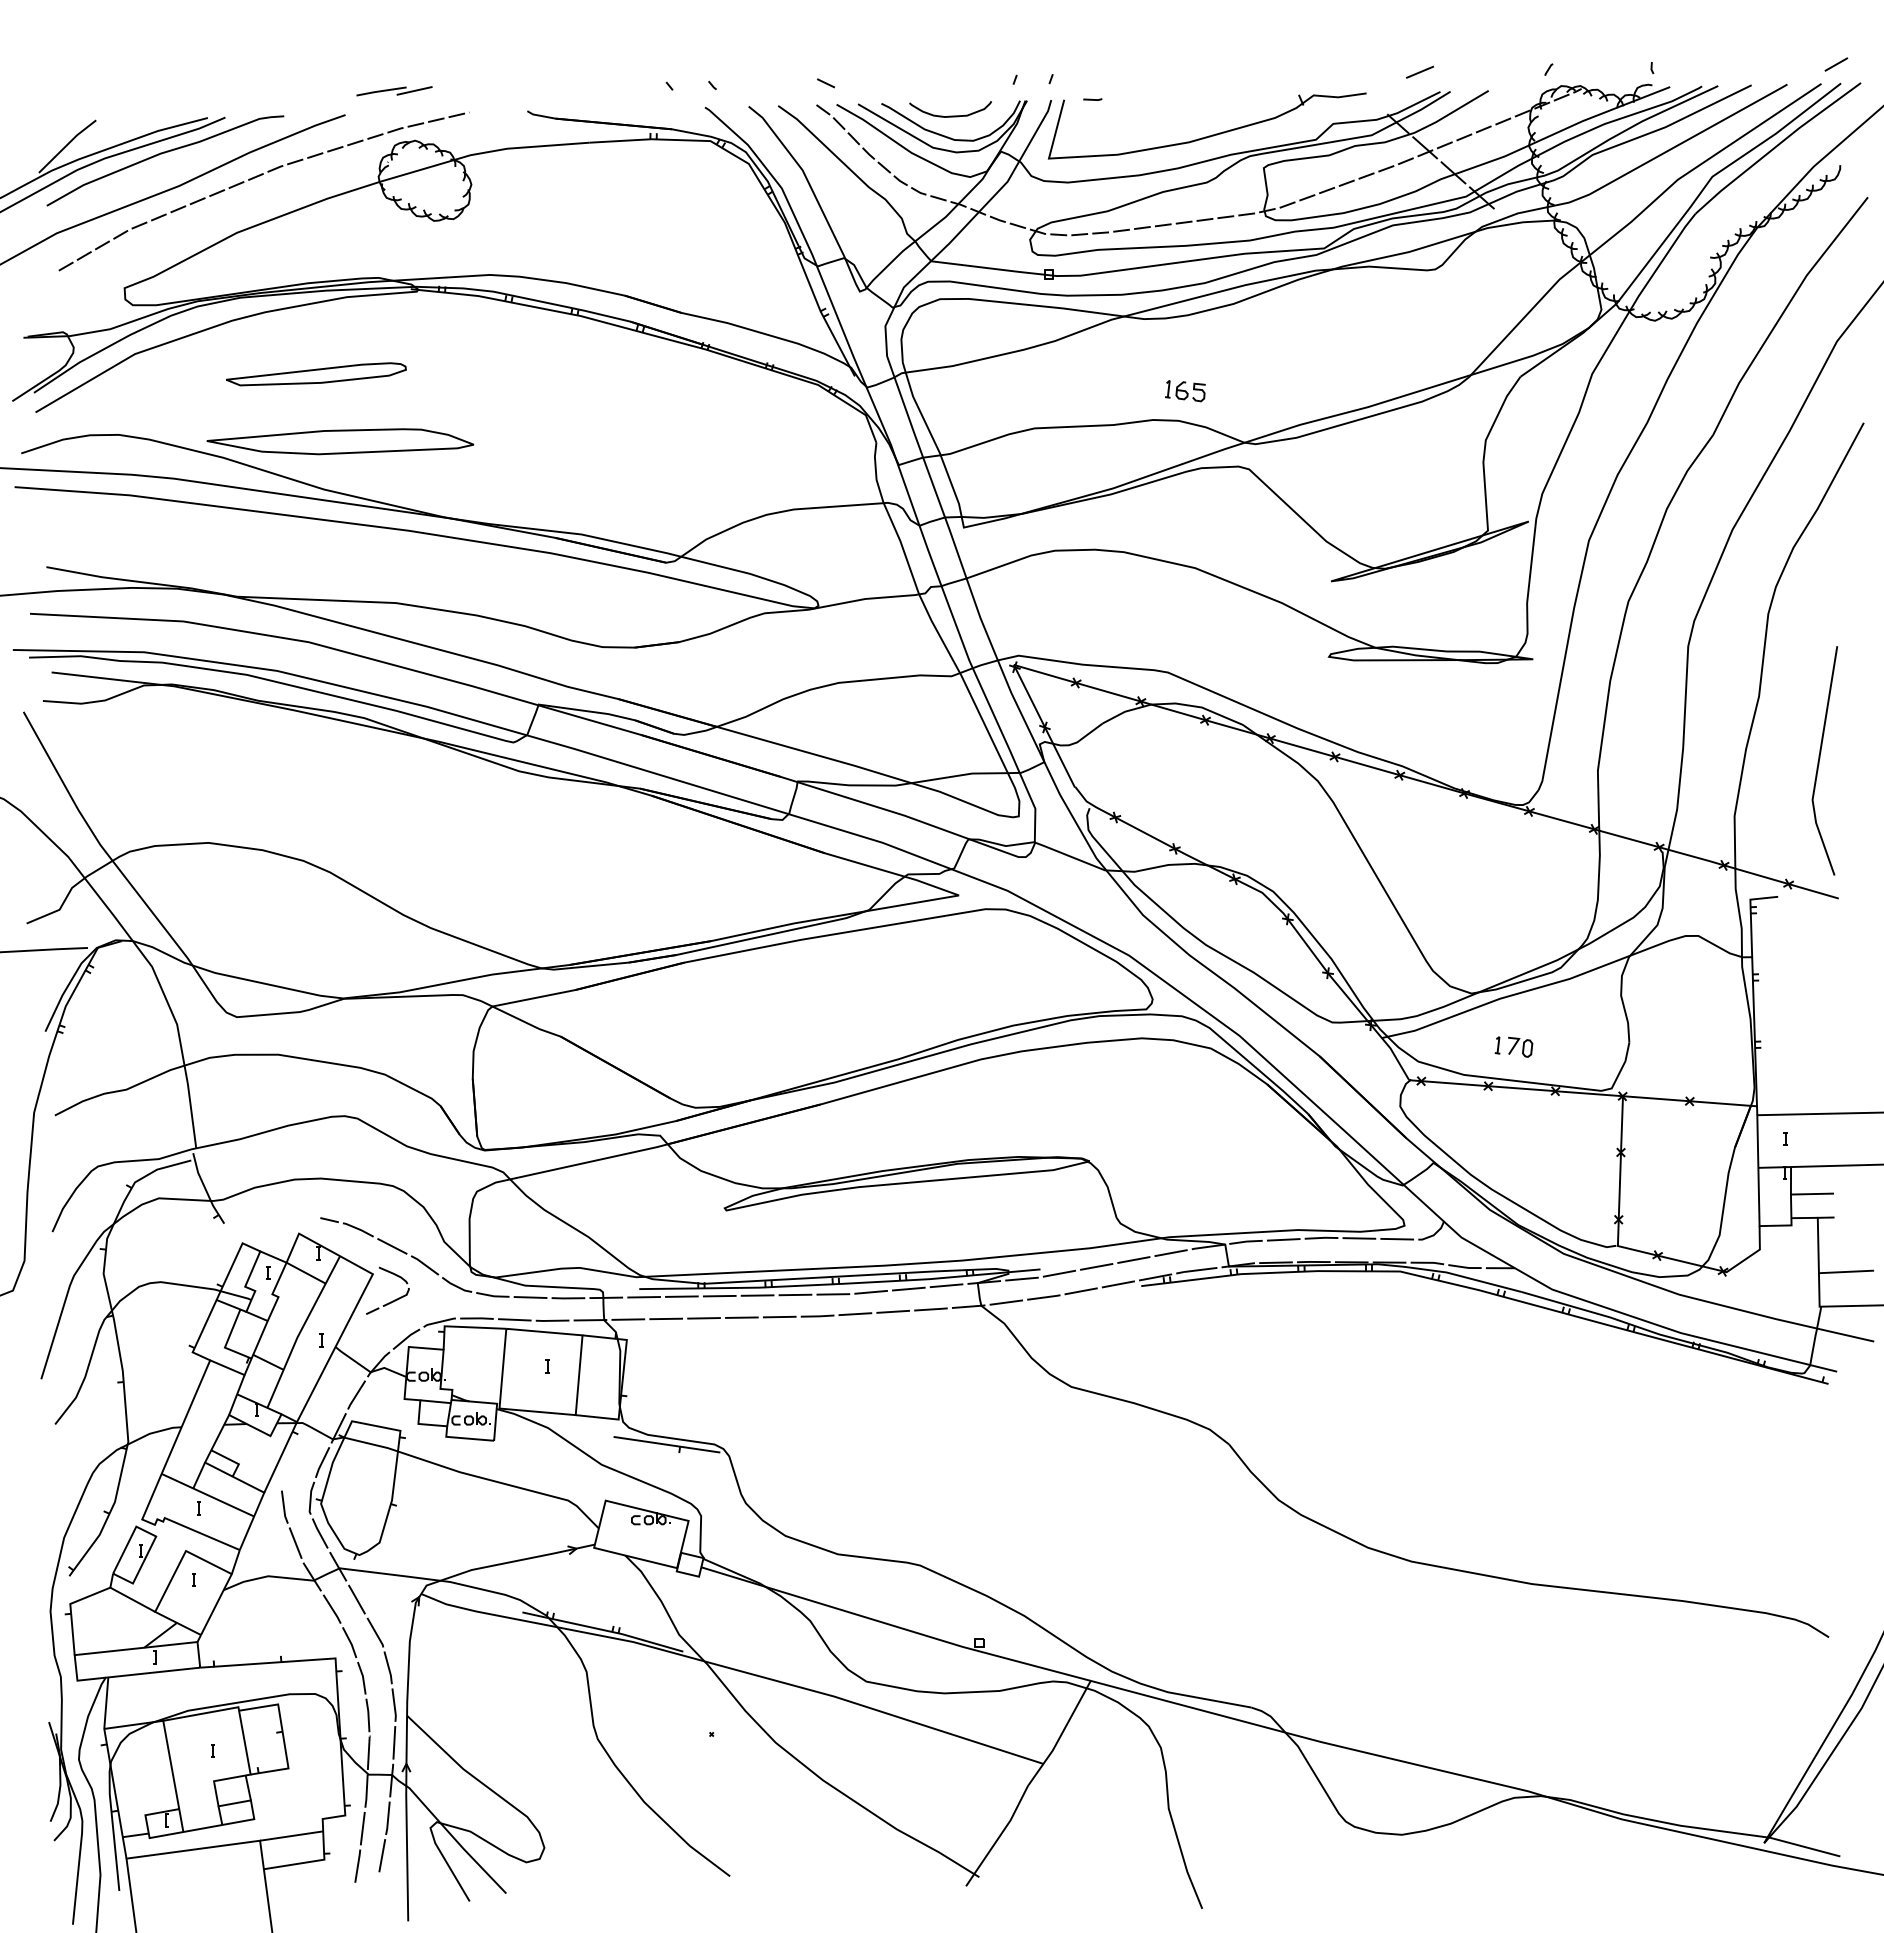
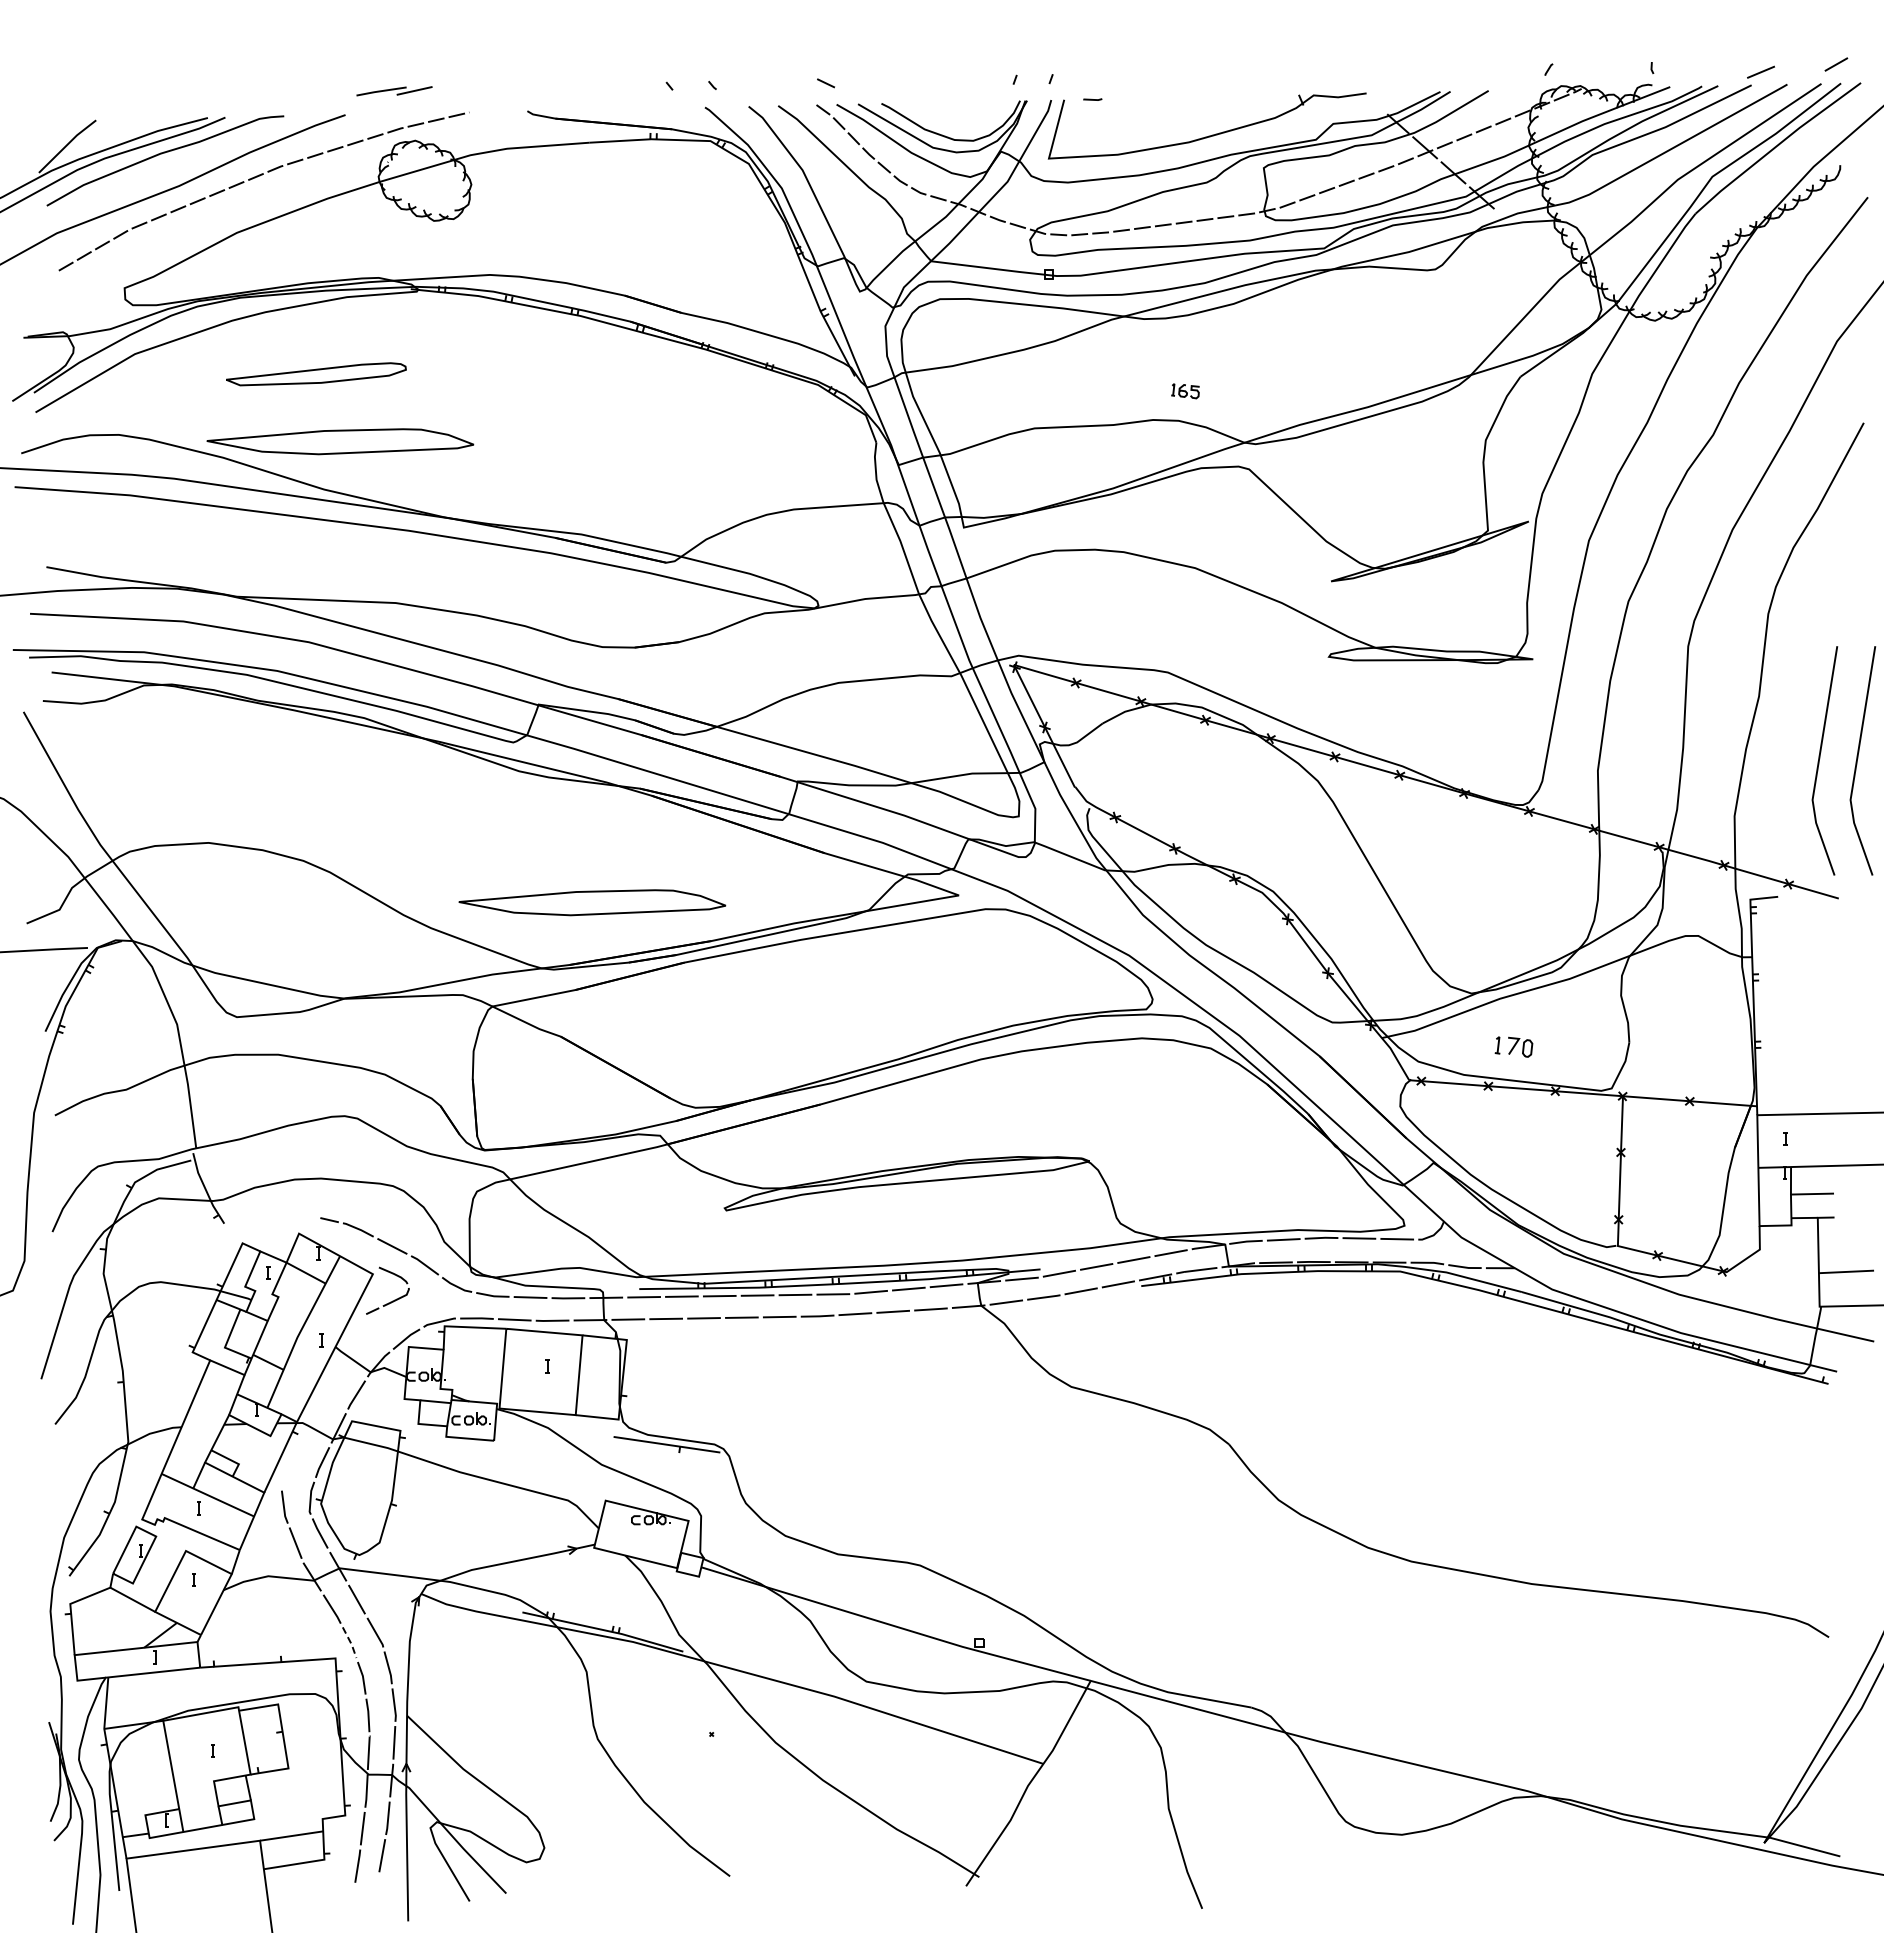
line at (1419, 71) position: (1419, 71) -> (1760, 71)
curve at (950, 115): present -> none
part at (1185, 391) size: 41x23 px -> 29x17 px
line at (1858, 758): none -> present
part at (592, 902): none -> present
line at (350, 1642): solid -> dashed
